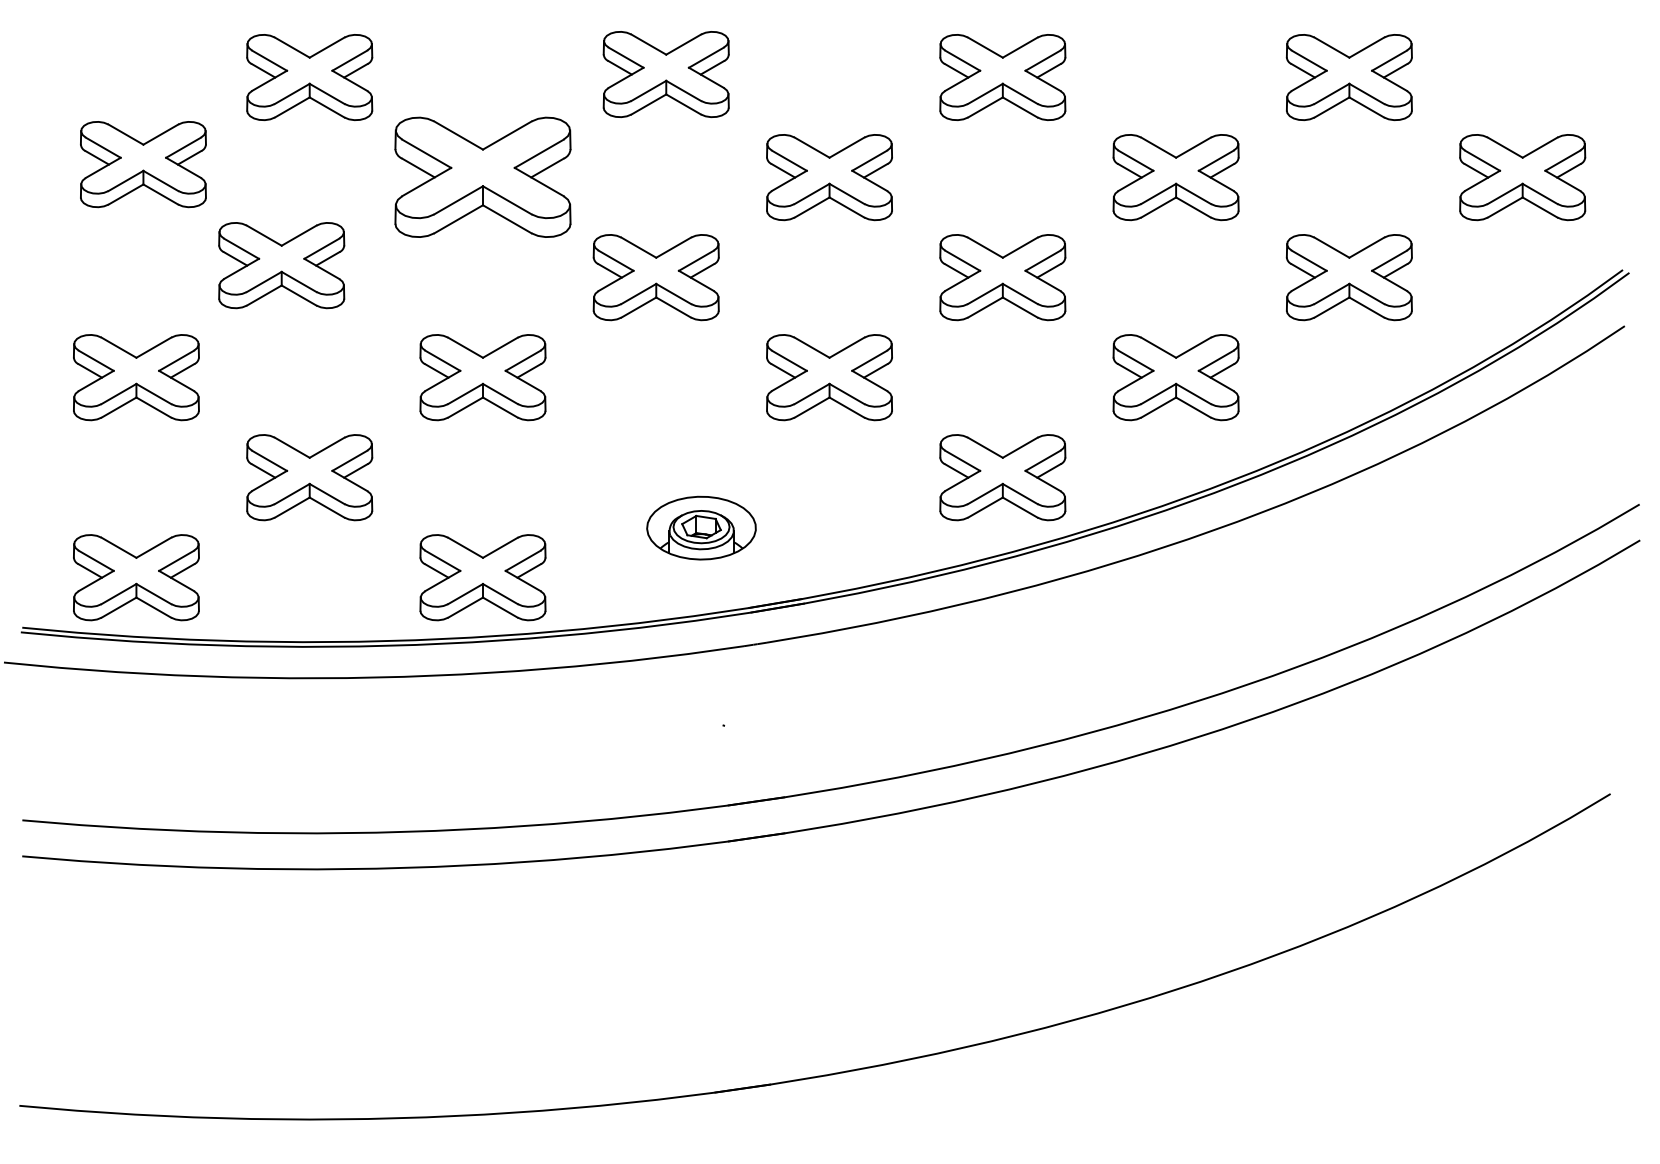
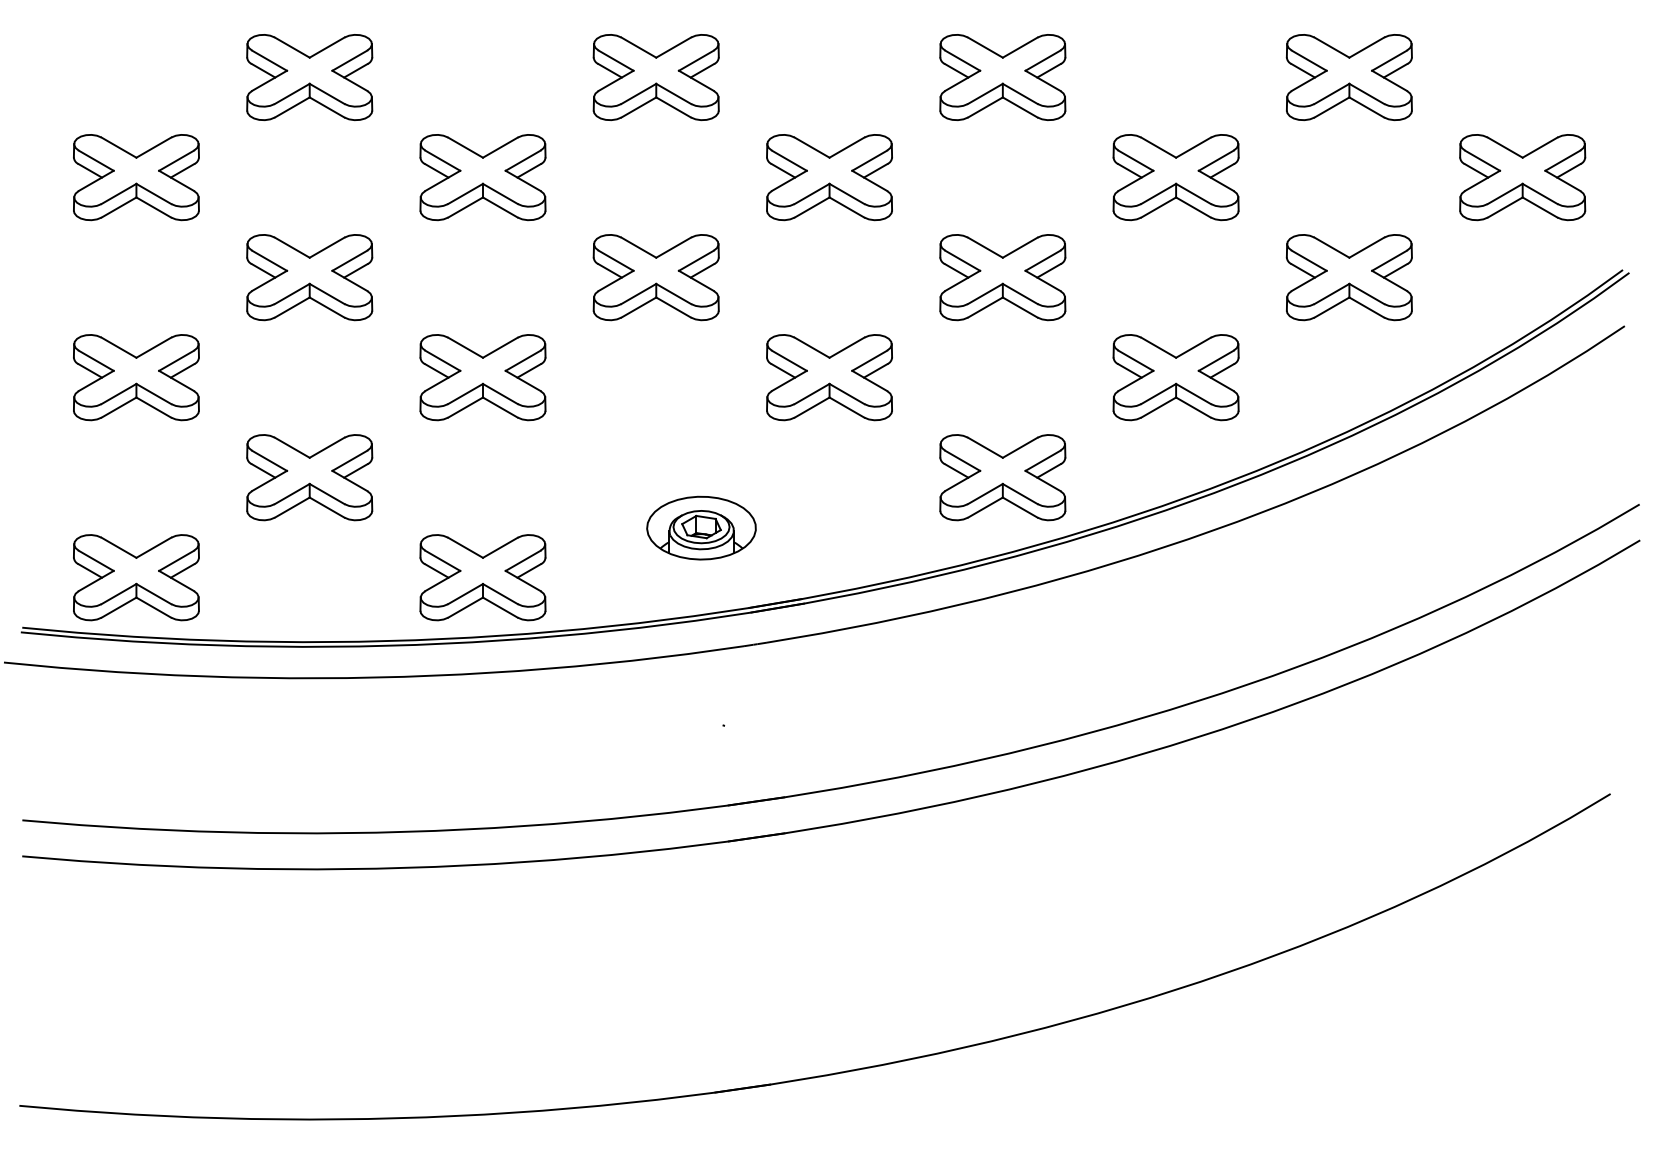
part at (665, 74) position: (665, 74) -> (655, 77)
part at (143, 164) position: (143, 164) -> (136, 177)
part at (482, 176) size: 178x122 px -> 128x88 px
part at (281, 265) position: (281, 265) -> (309, 277)
